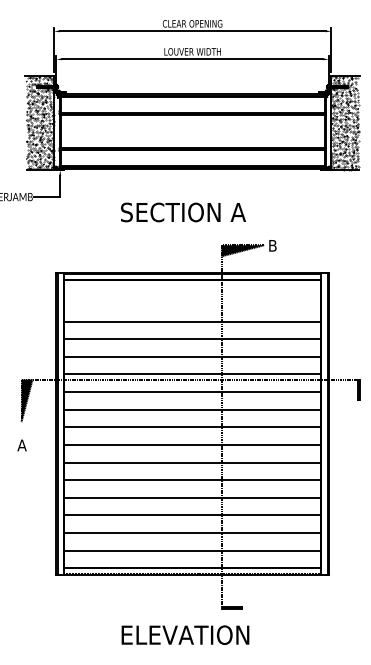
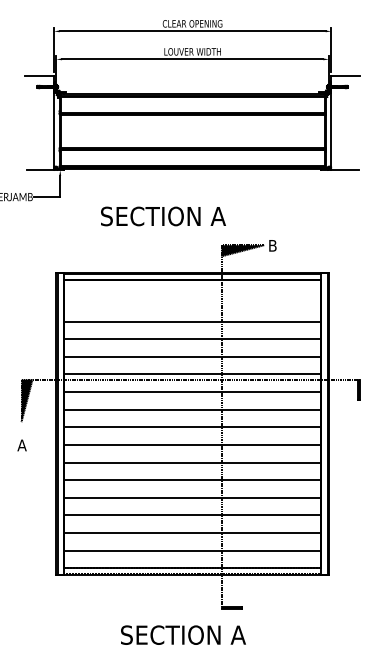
hatch at (40, 122): present -> none
hatch at (344, 123): present -> none
text at (183, 212) position: (183, 212) -> (163, 216)
text at (185, 634): ELEVATION -> SECTION A
